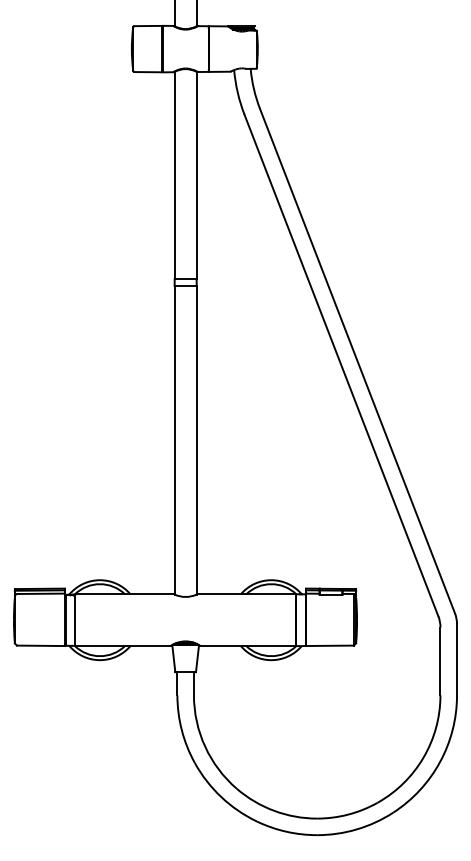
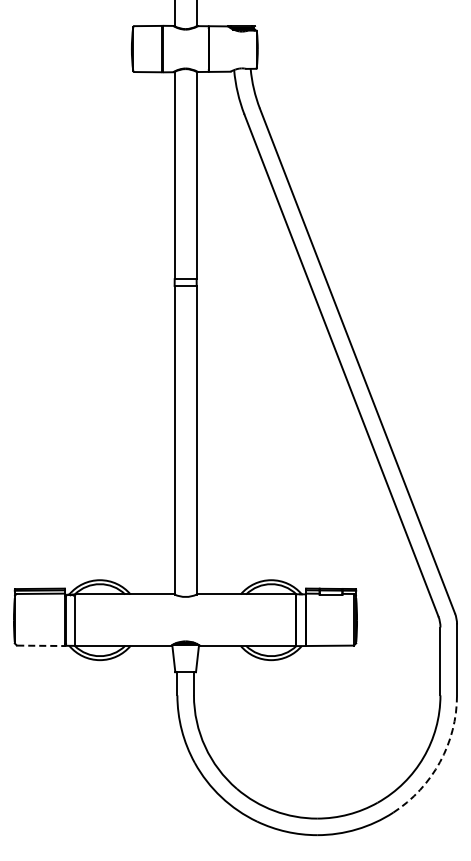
line at (40, 645): solid -> dashed
arc at (440, 762): solid -> dashed
